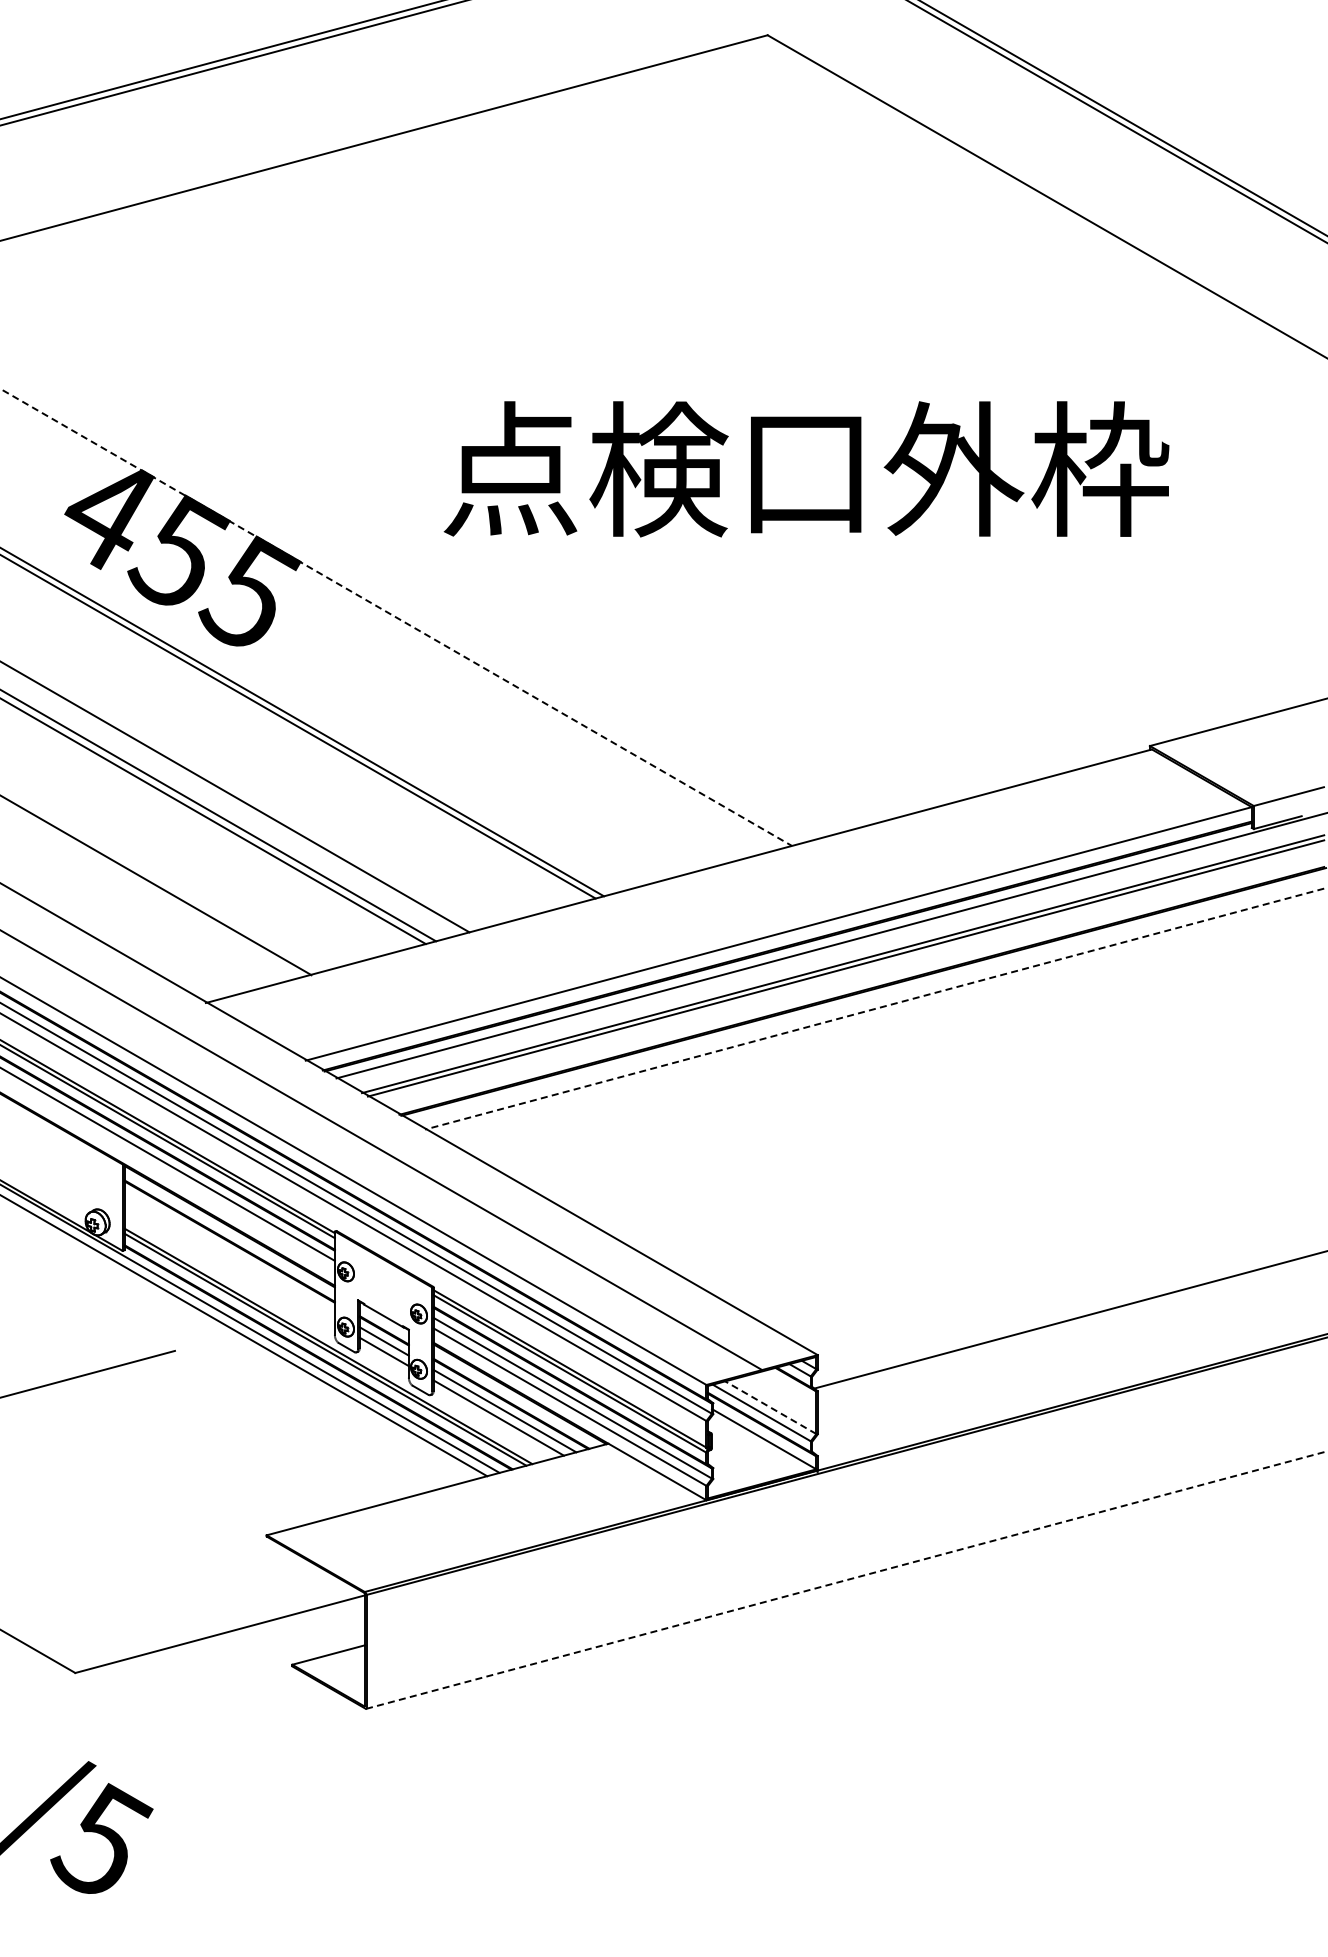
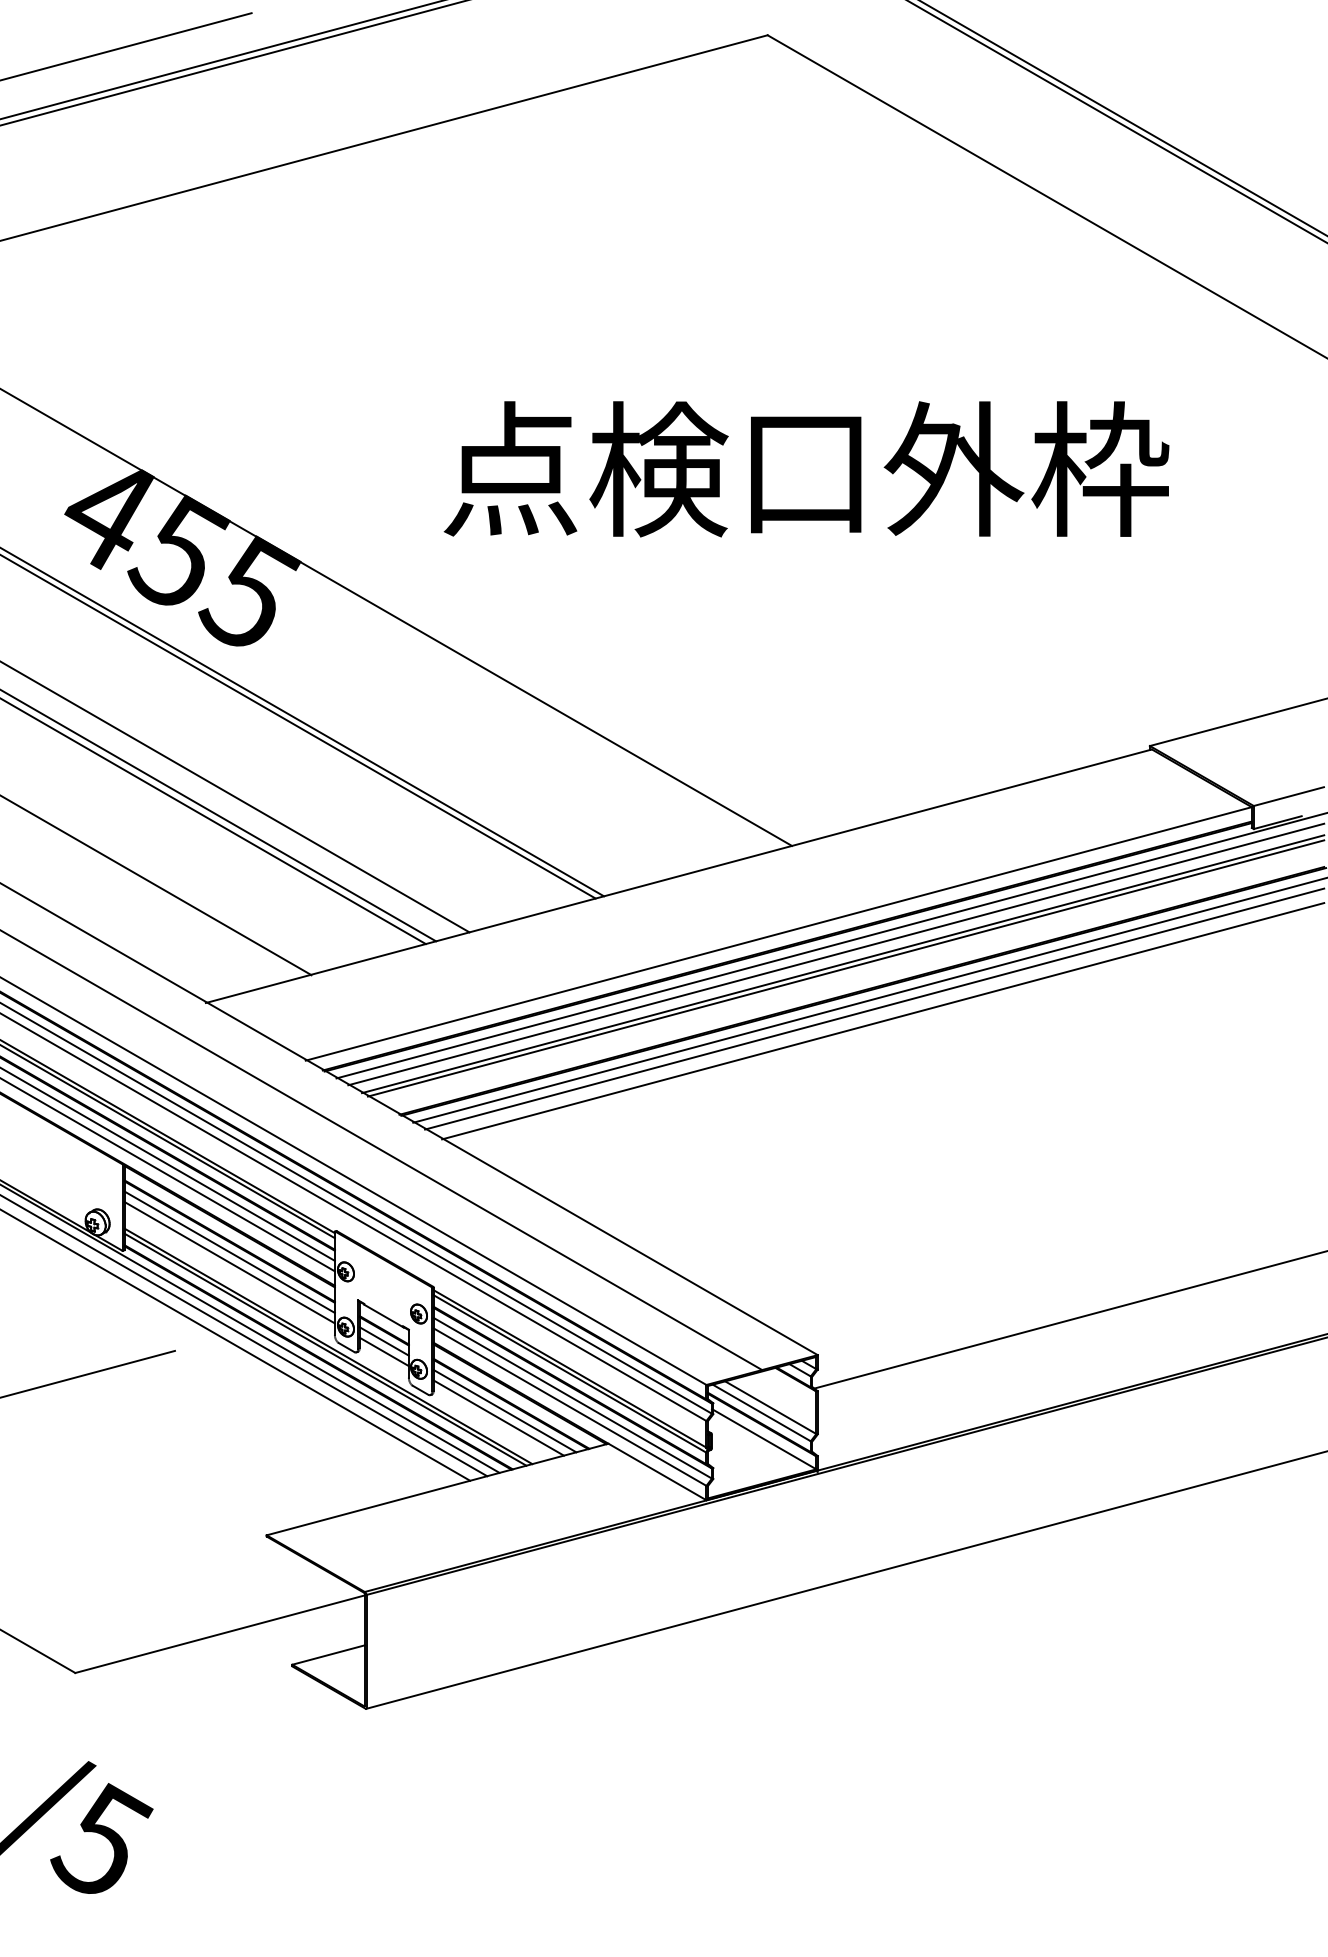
line at (126, 46): none -> present
line at (396, 617): dashed -> solid
line at (836, 954): none -> present
line at (868, 1000): none -> present
line at (874, 1009): dashed -> solid
line at (883, 1021): none -> present
line at (168, 1175): none -> present
line at (229, 1251): none -> present
line at (229, 1262): none -> present
line at (236, 1345): none -> present
line at (770, 1407): dashed -> solid
line at (847, 1580): dashed -> solid
